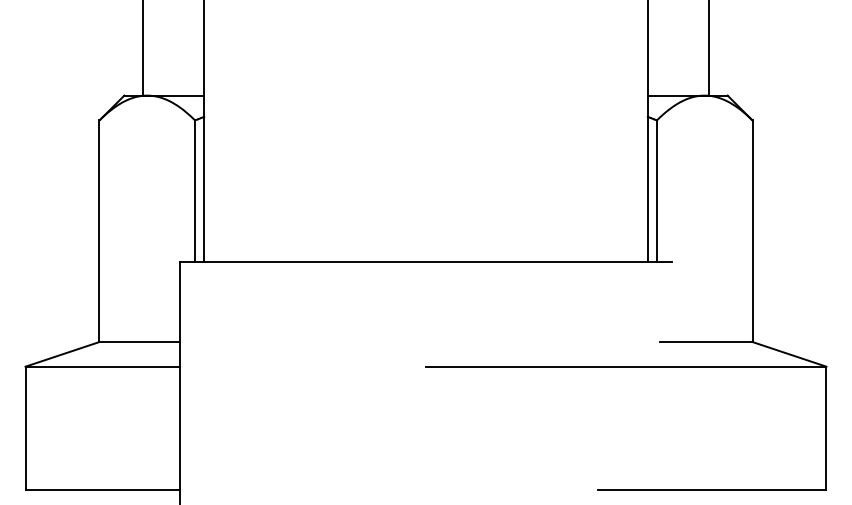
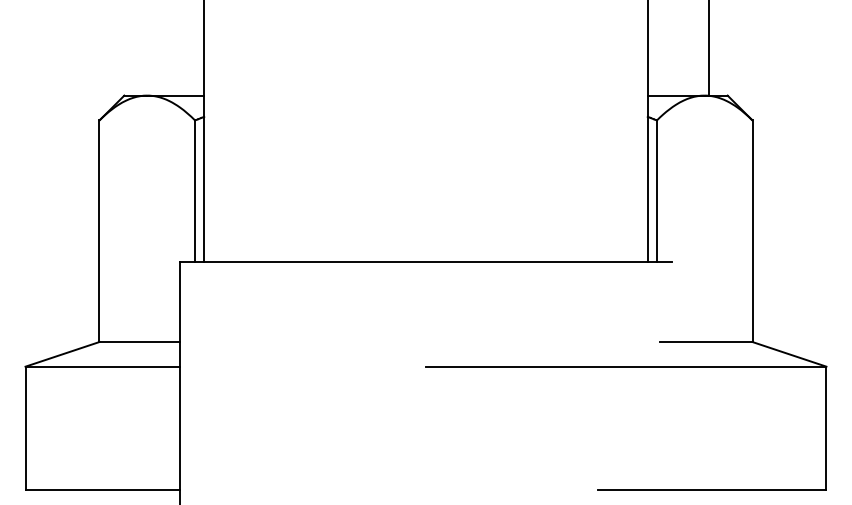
line at (142, 48): present -> none
